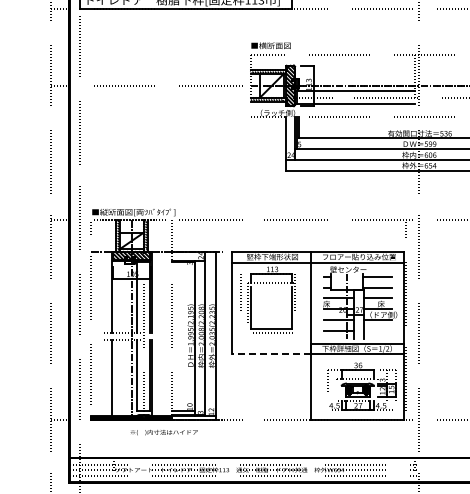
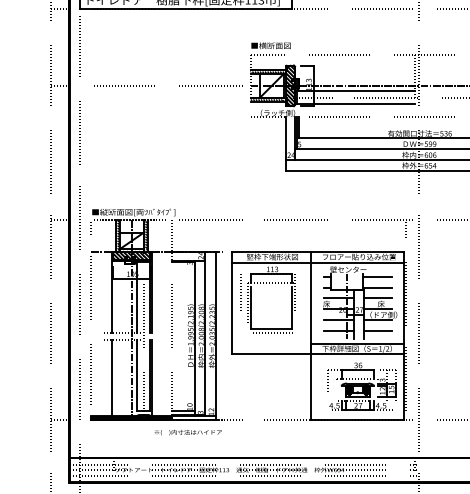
line at (377, 330): none -> present
line at (271, 354): dashed -> solid
text at (163, 432) position: (163, 432) -> (187, 432)
